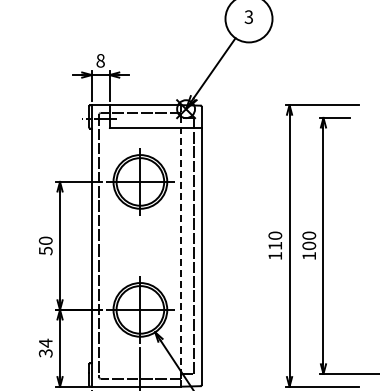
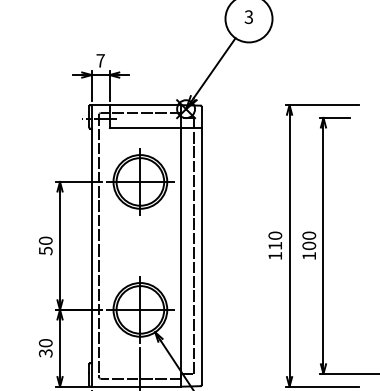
text at (100, 60): 8 -> 7
line at (181, 245): dashed -> solid
text at (45, 342): 34 -> 30
